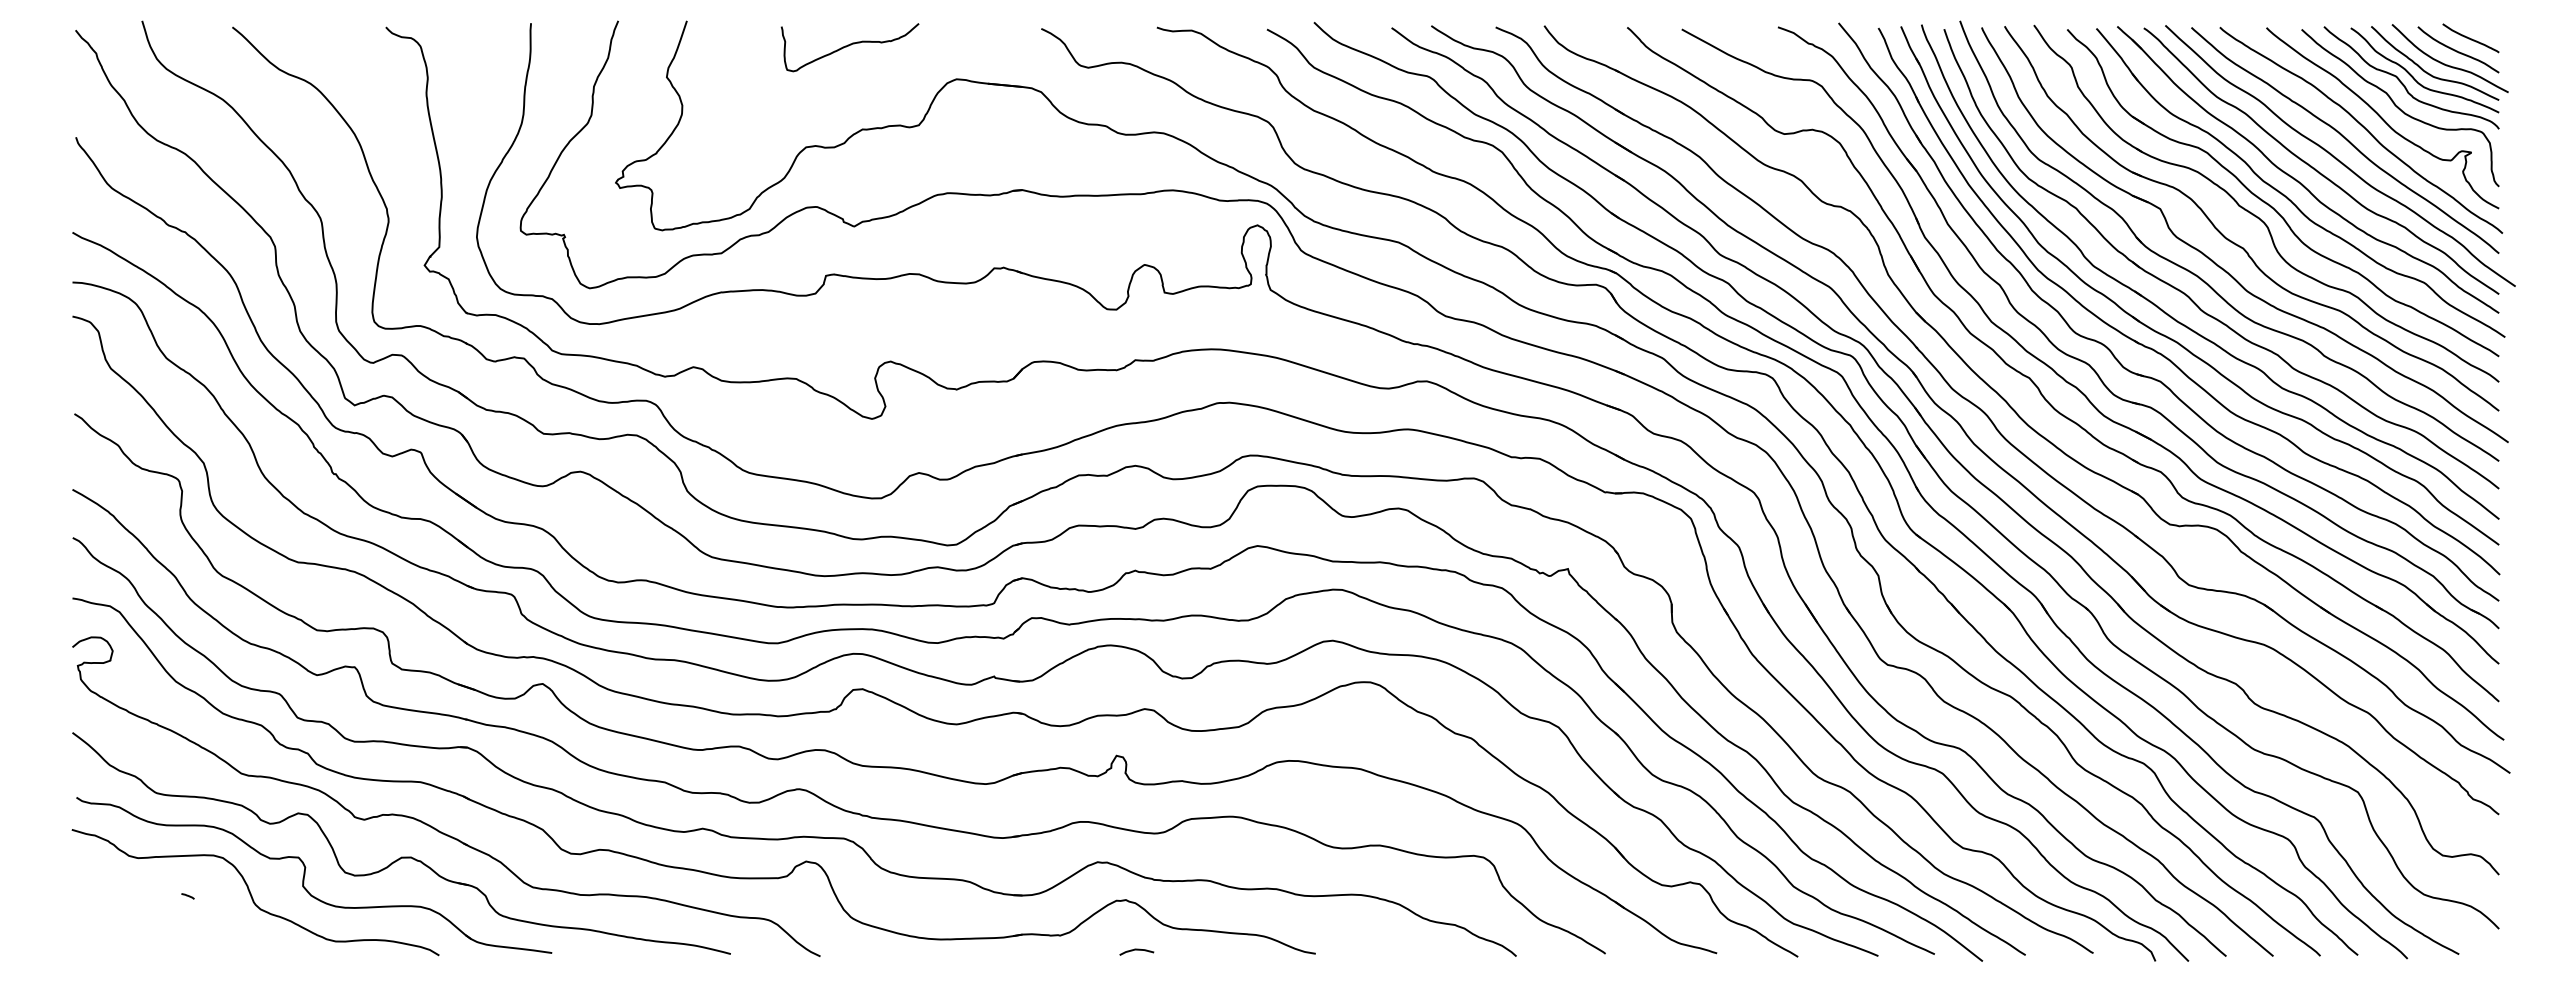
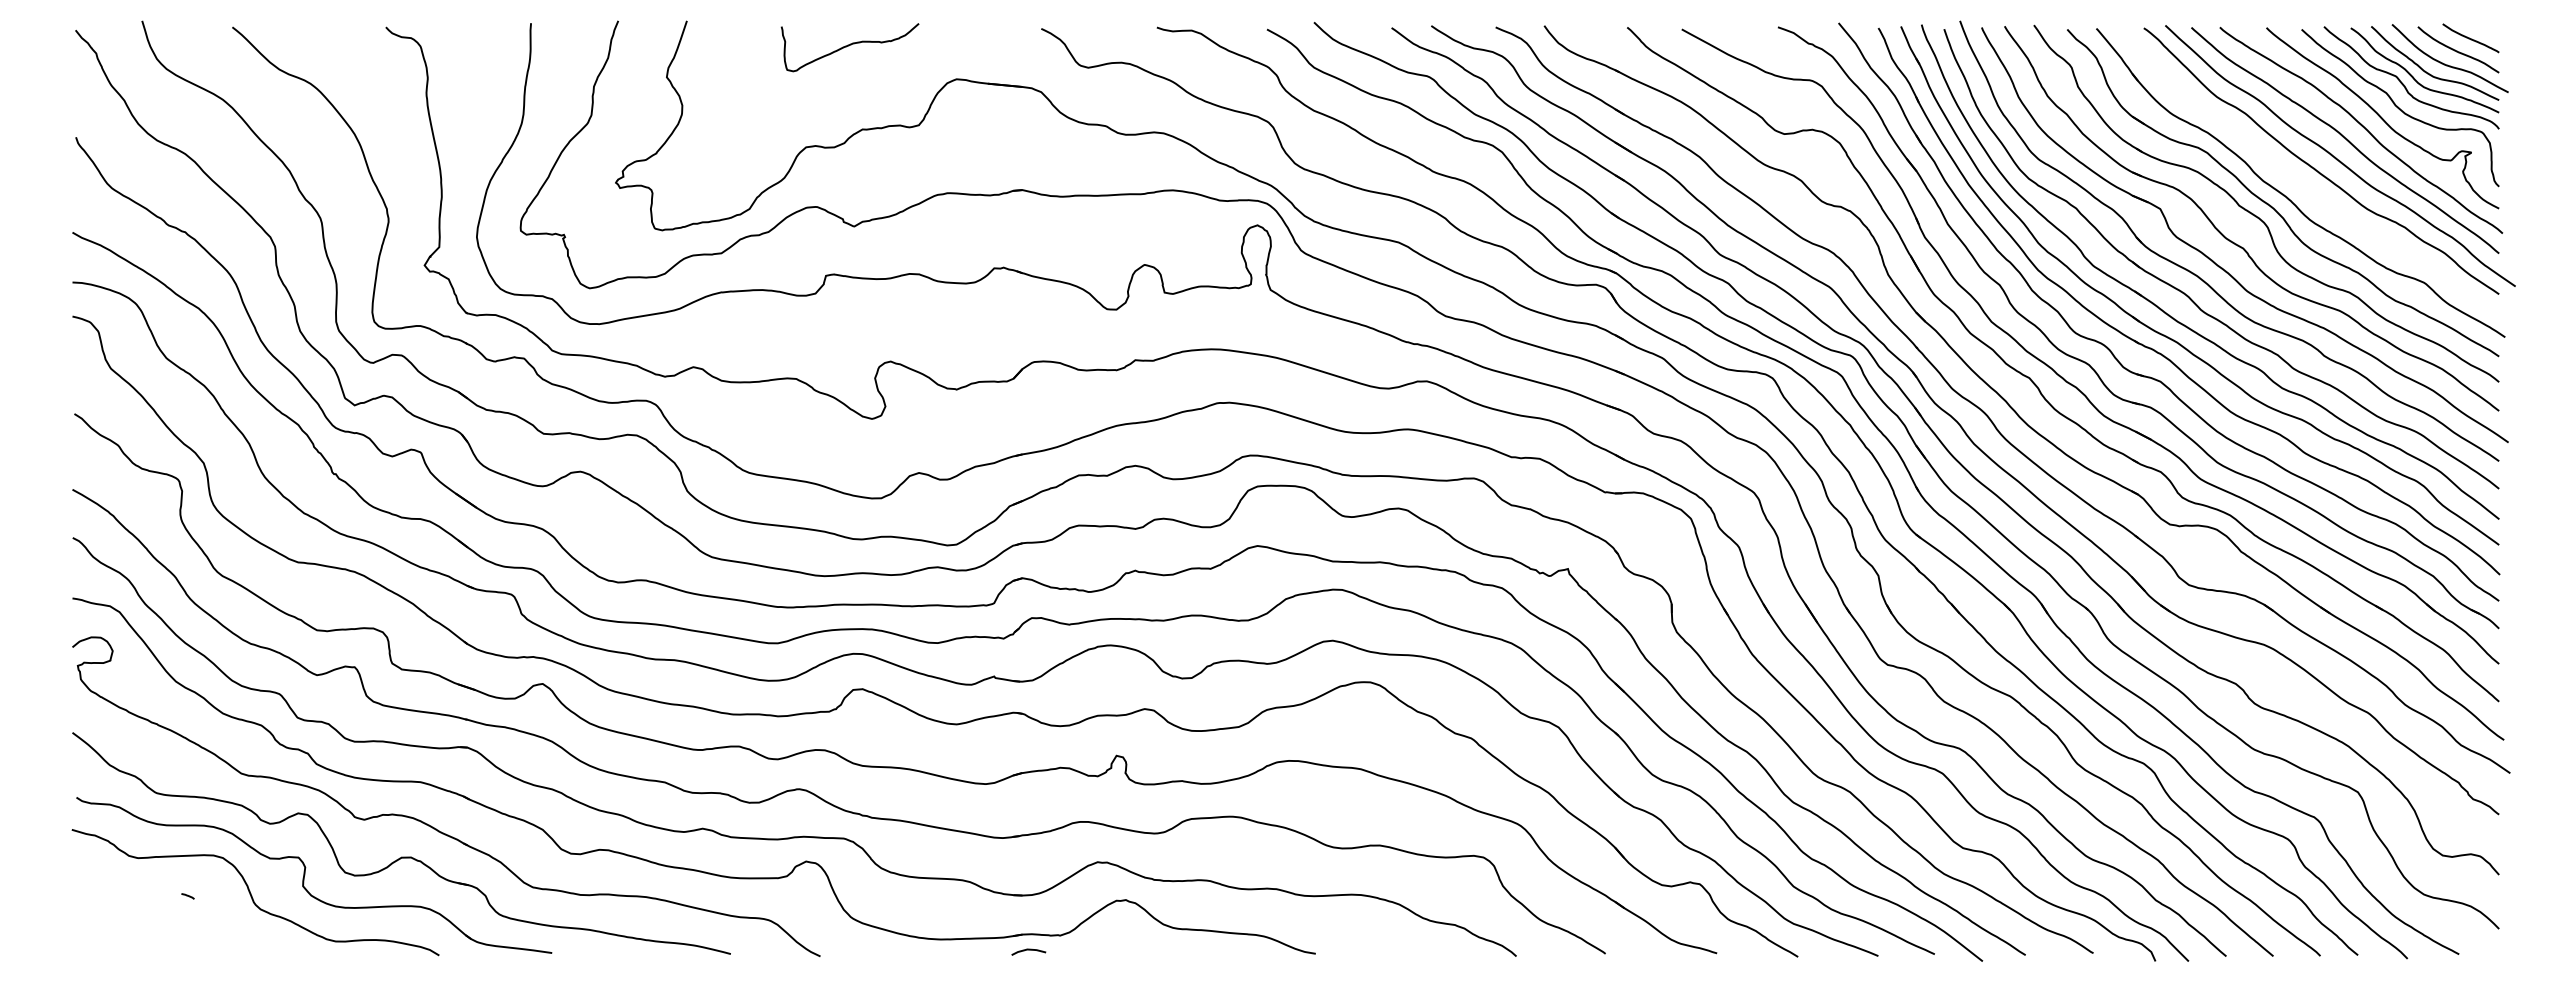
part at (2298, 180): present -> none
curve at (1136, 950) position: (1136, 950) -> (1028, 950)
